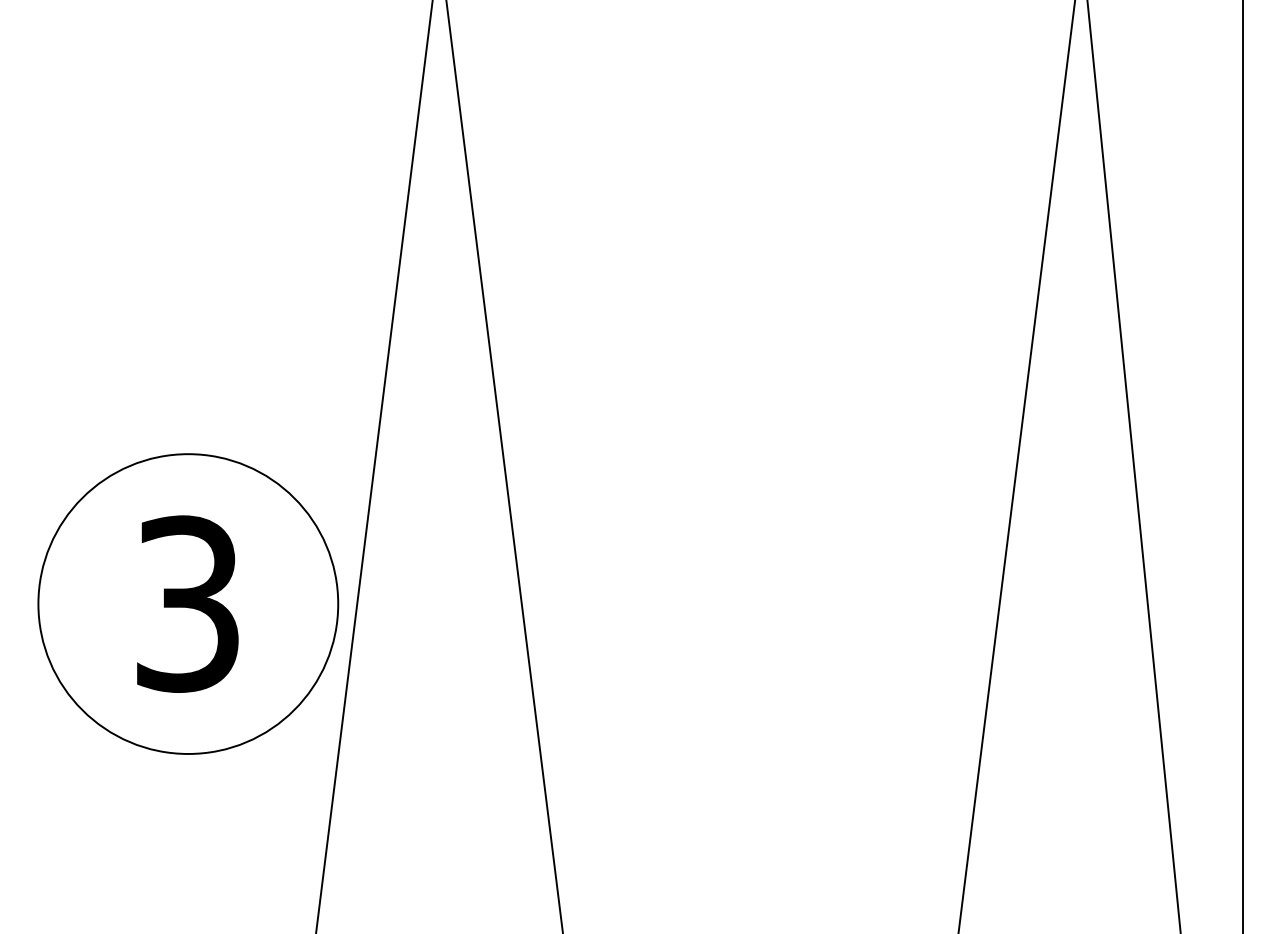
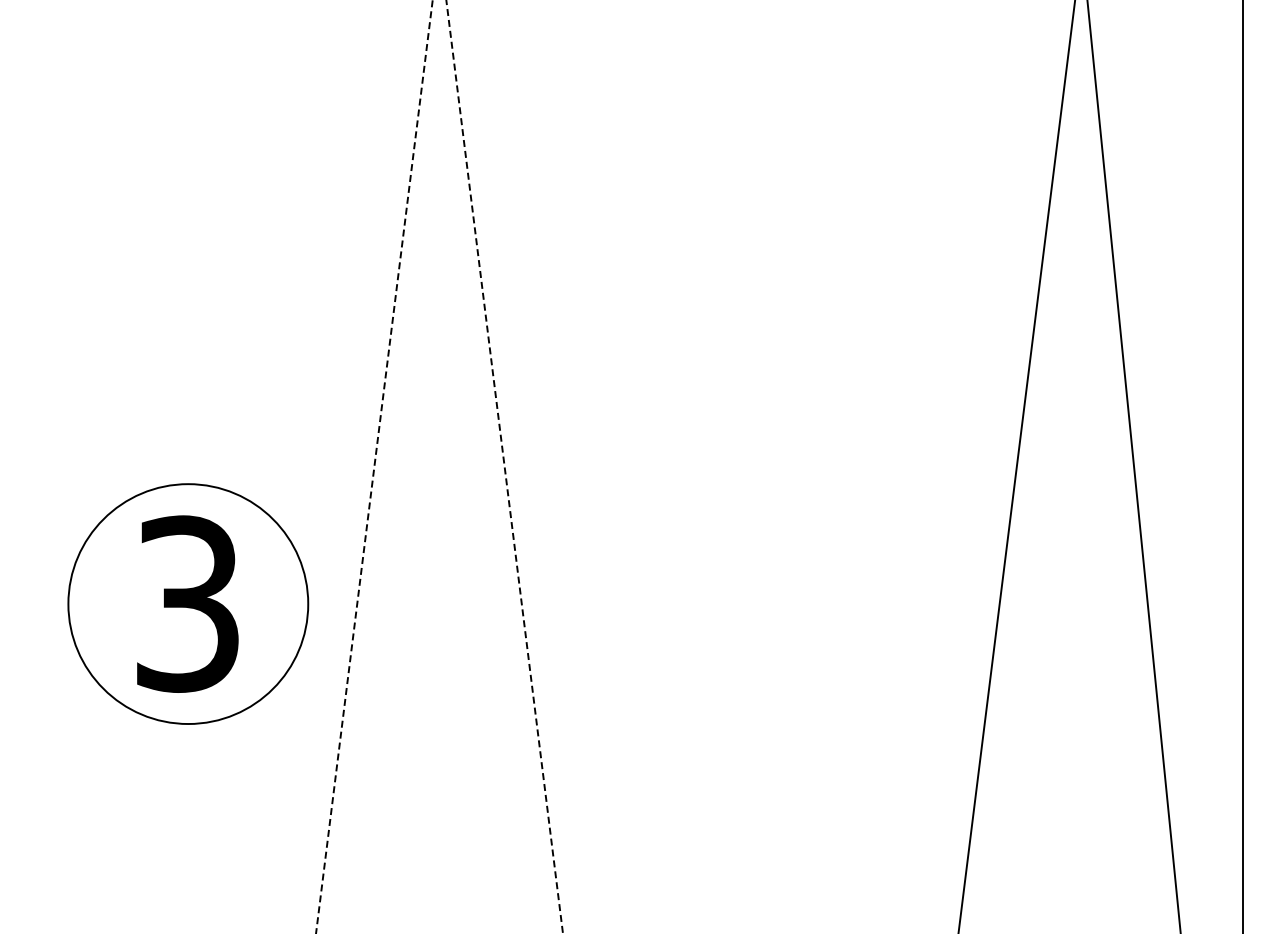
line at (374, 466): solid -> dashed
line at (504, 466): solid -> dashed
circle at (188, 603) diameter: 300 px -> 240 px
